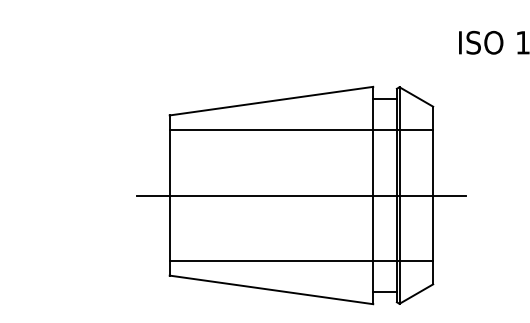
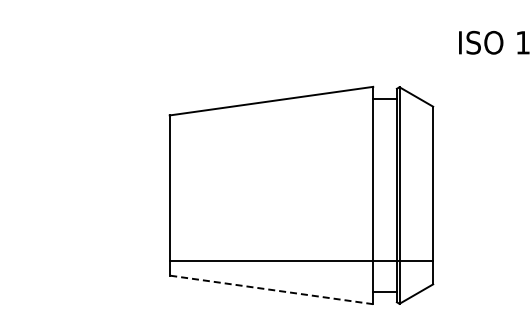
line at (301, 129): present -> none
line at (301, 195): present -> none
line at (271, 289): solid -> dashed
